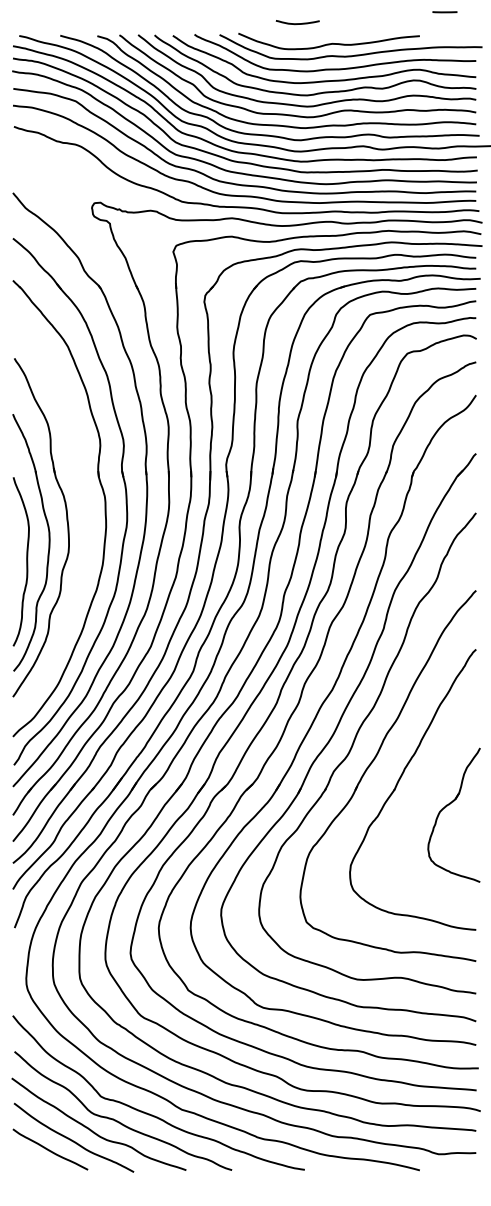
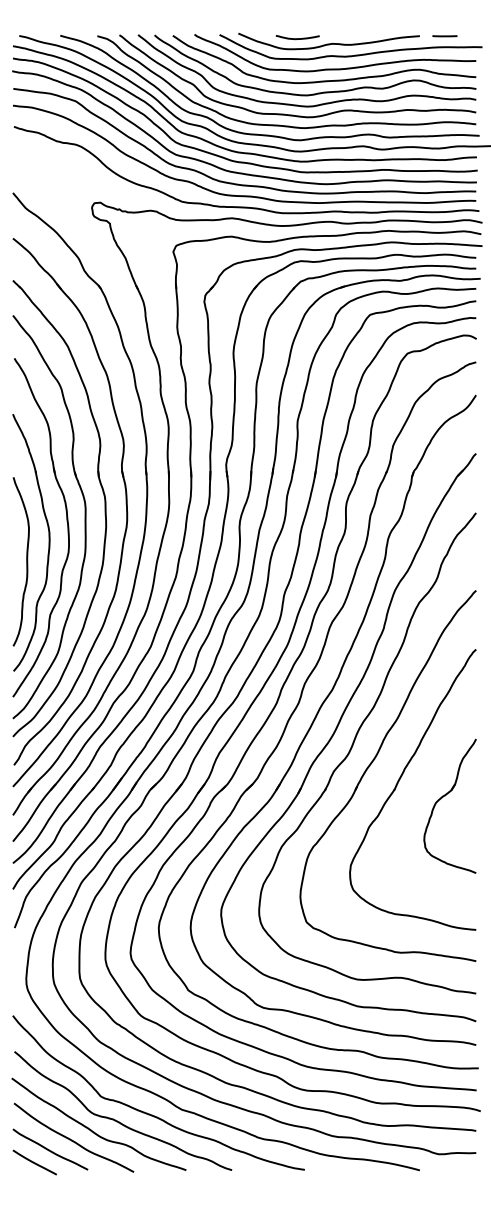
line at (444, 12) position: (444, 12) -> (444, 36)
curve at (297, 23) position: (297, 23) -> (297, 38)
part at (84, 517): none -> present
part at (449, 805) position: (449, 805) -> (445, 796)
line at (34, 1162): none -> present
